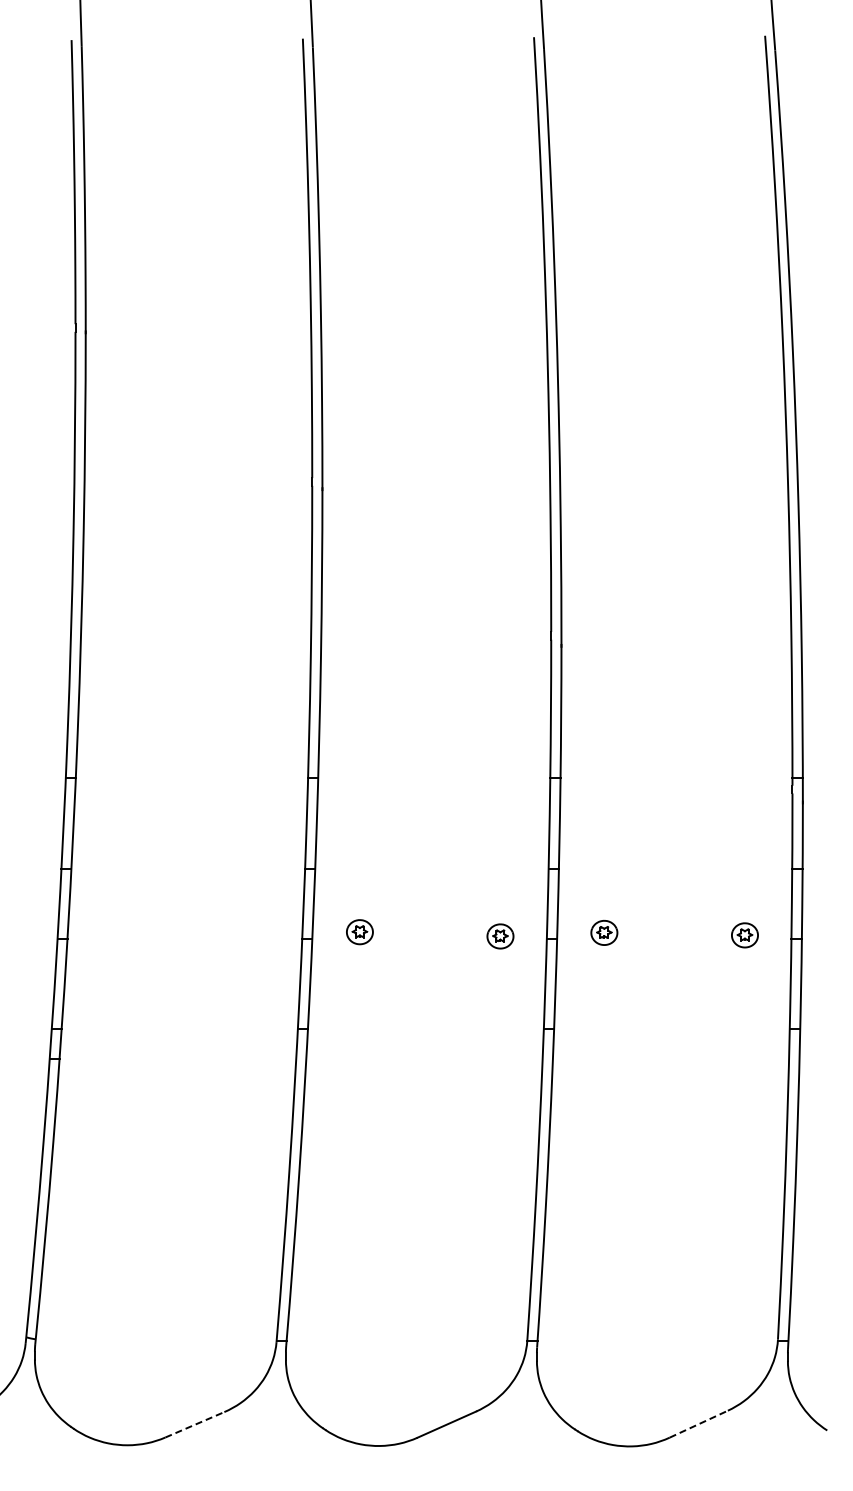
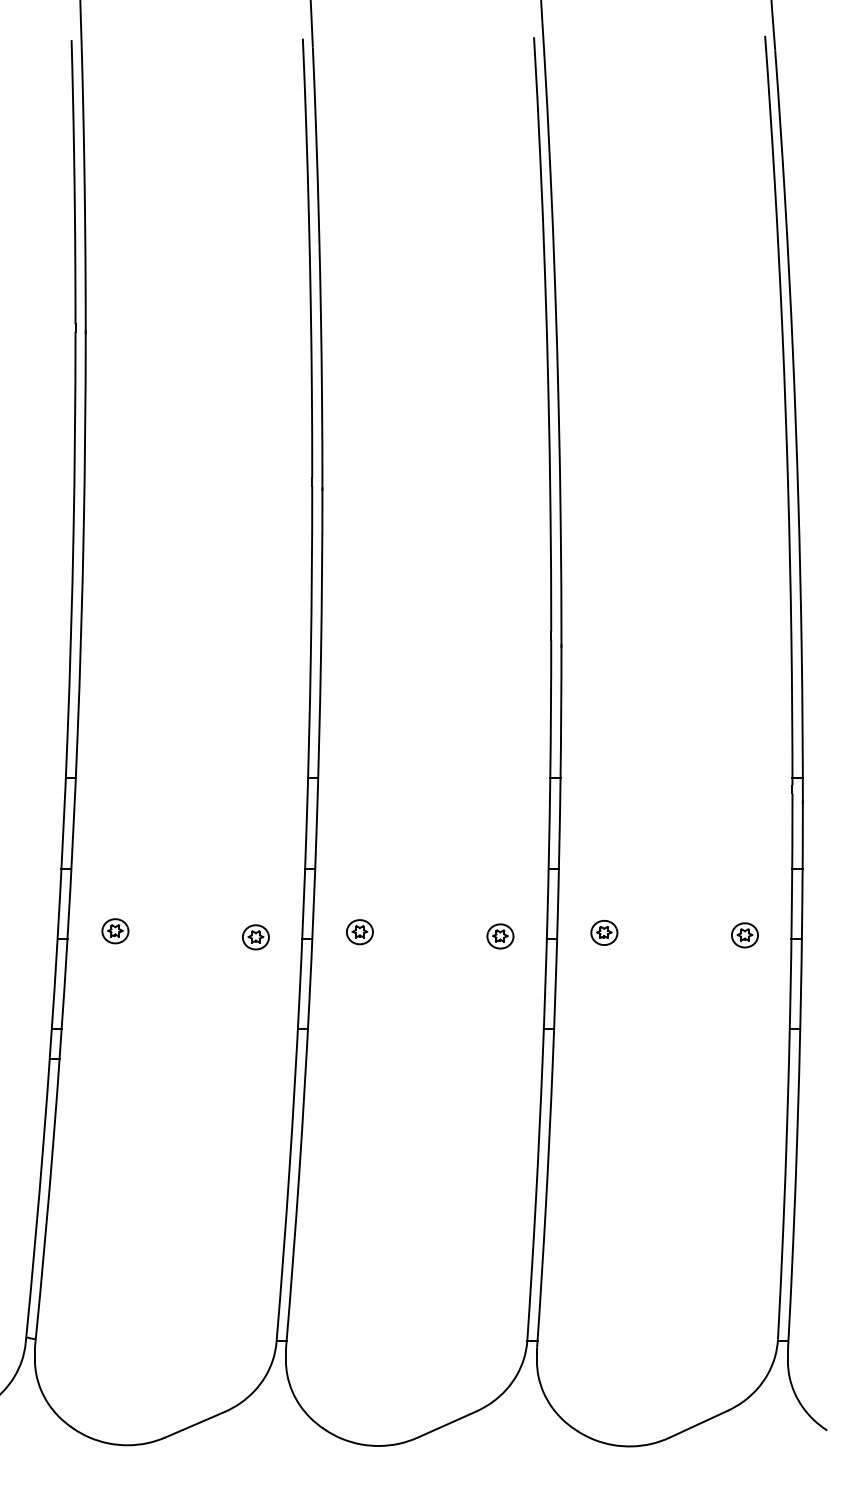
part at (115, 931): none -> present
part at (255, 937): none -> present
line at (699, 1423): dashed -> solid
line at (195, 1424): dashed -> solid
